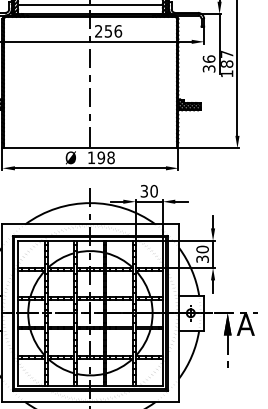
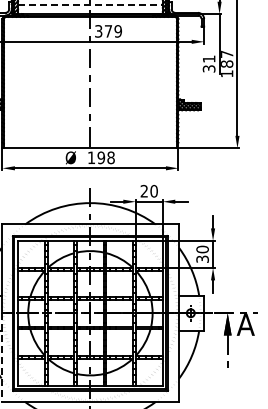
line at (90, 5): solid -> dashed
text at (108, 31): 256 -> 379
text at (208, 58): 36 -> 31
text at (143, 191): 30 -> 20
line at (1, 358): solid -> dashed
